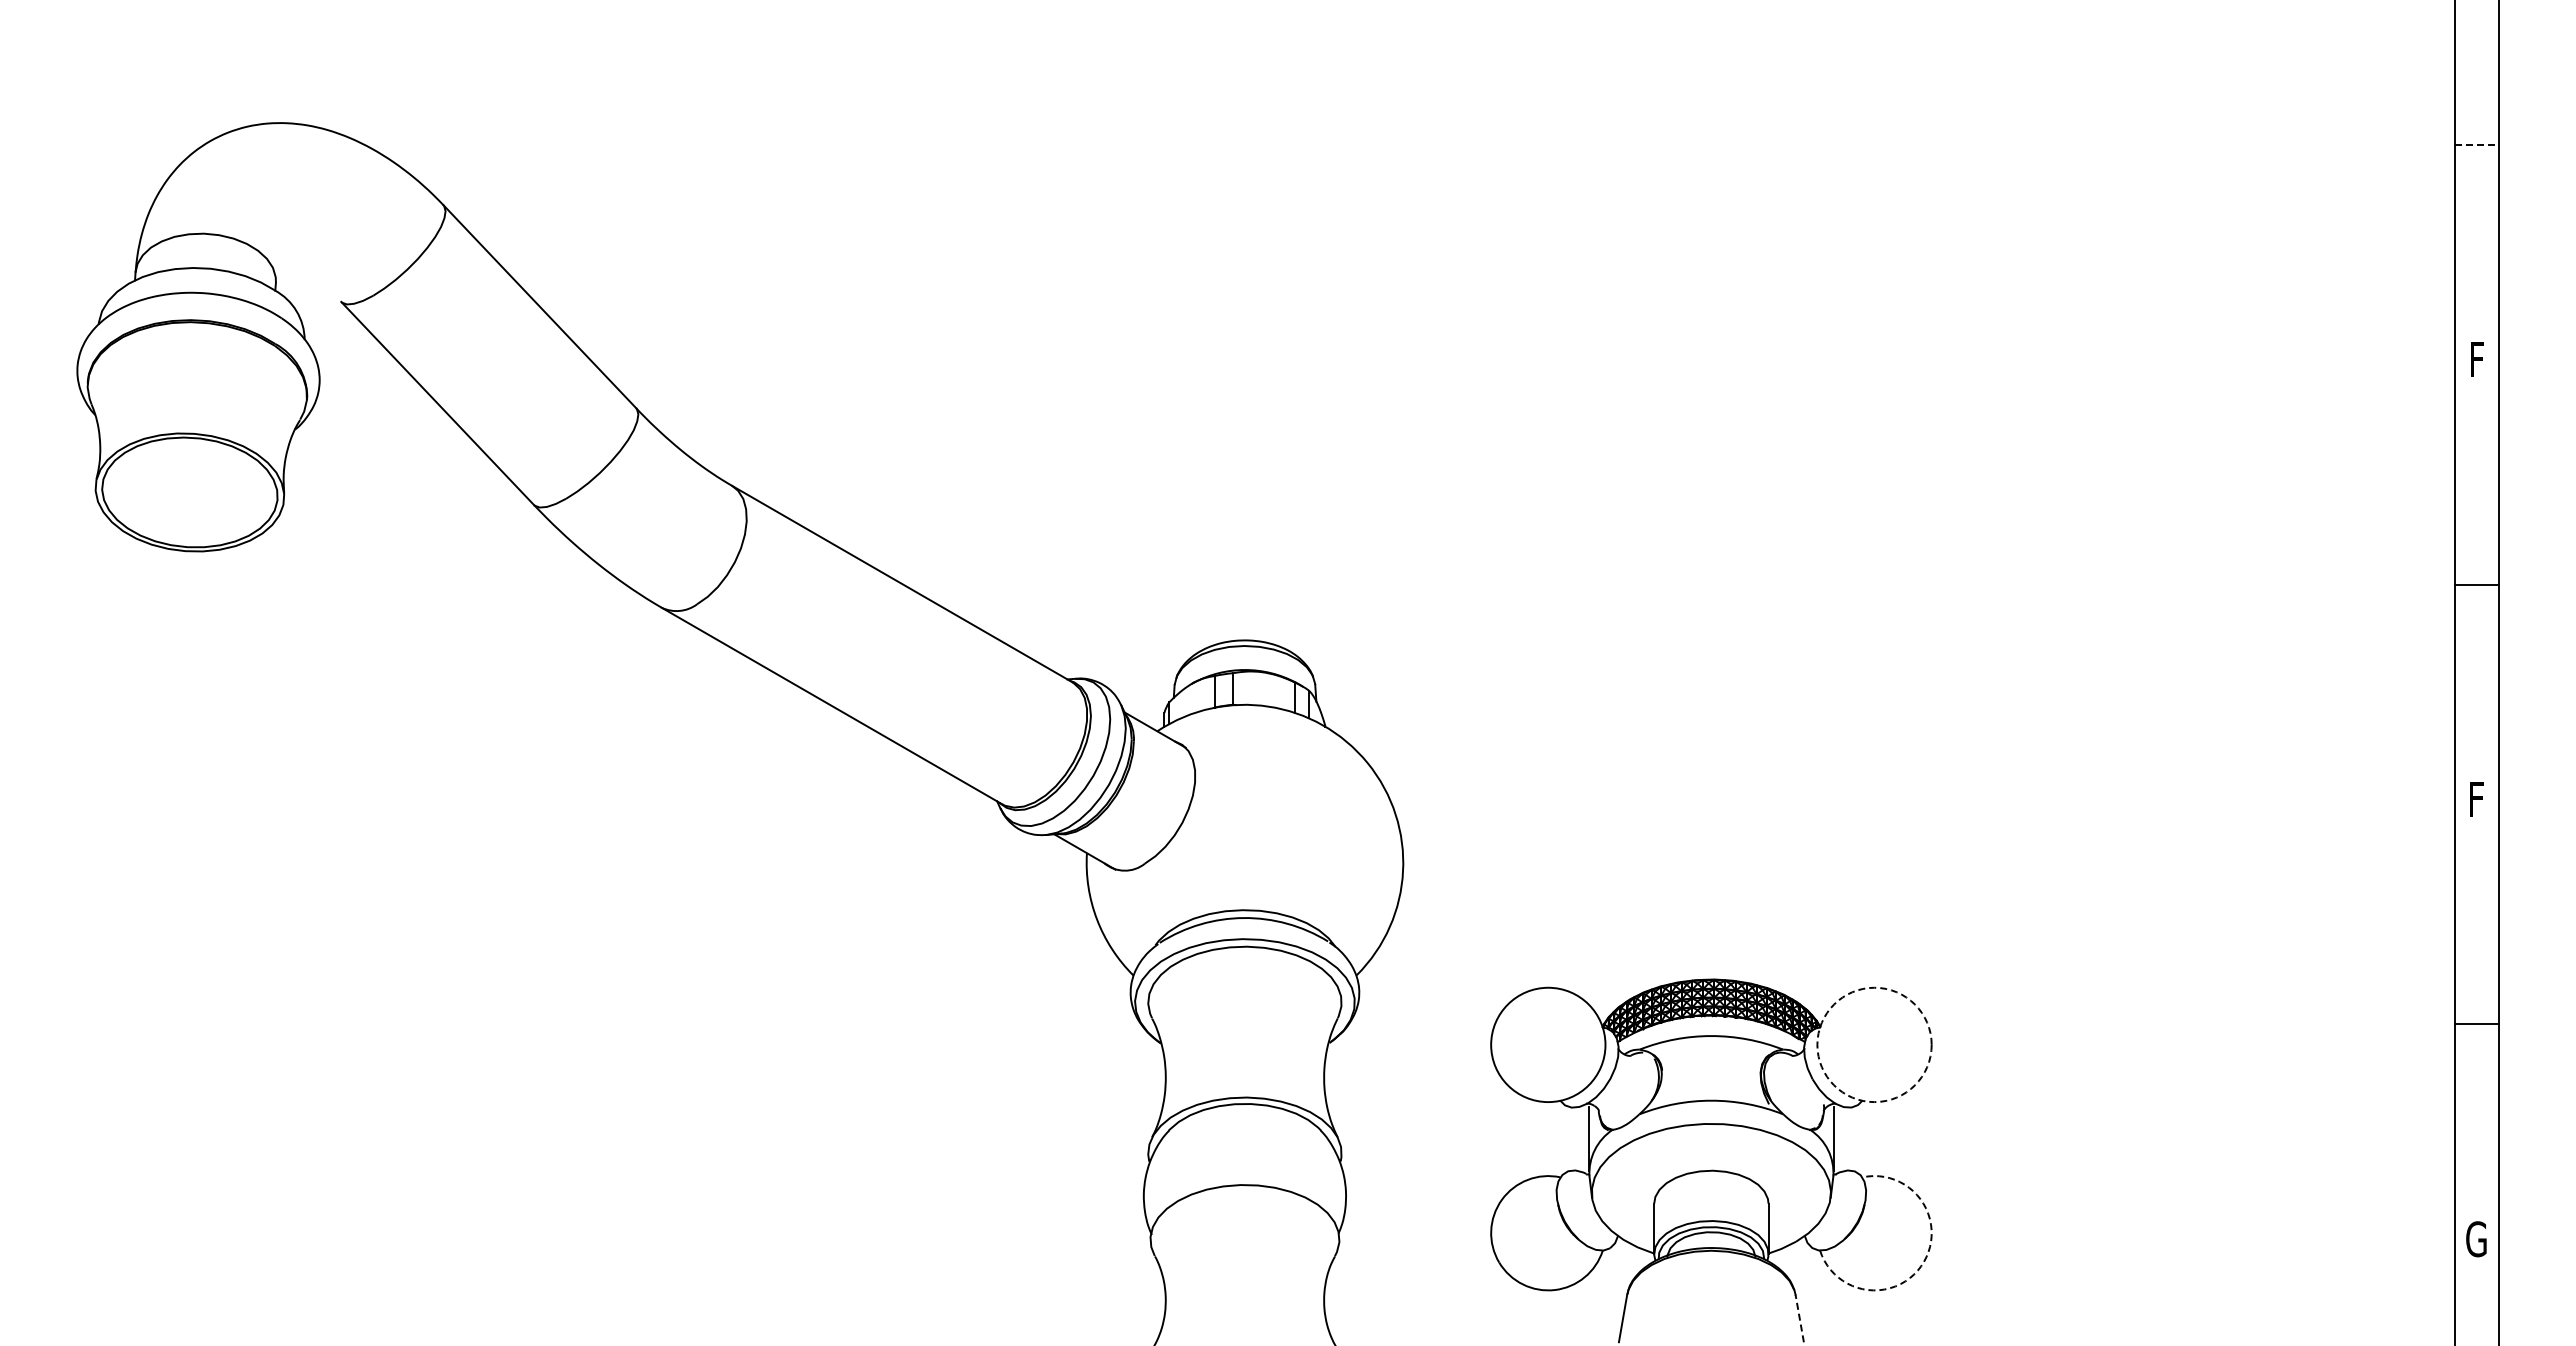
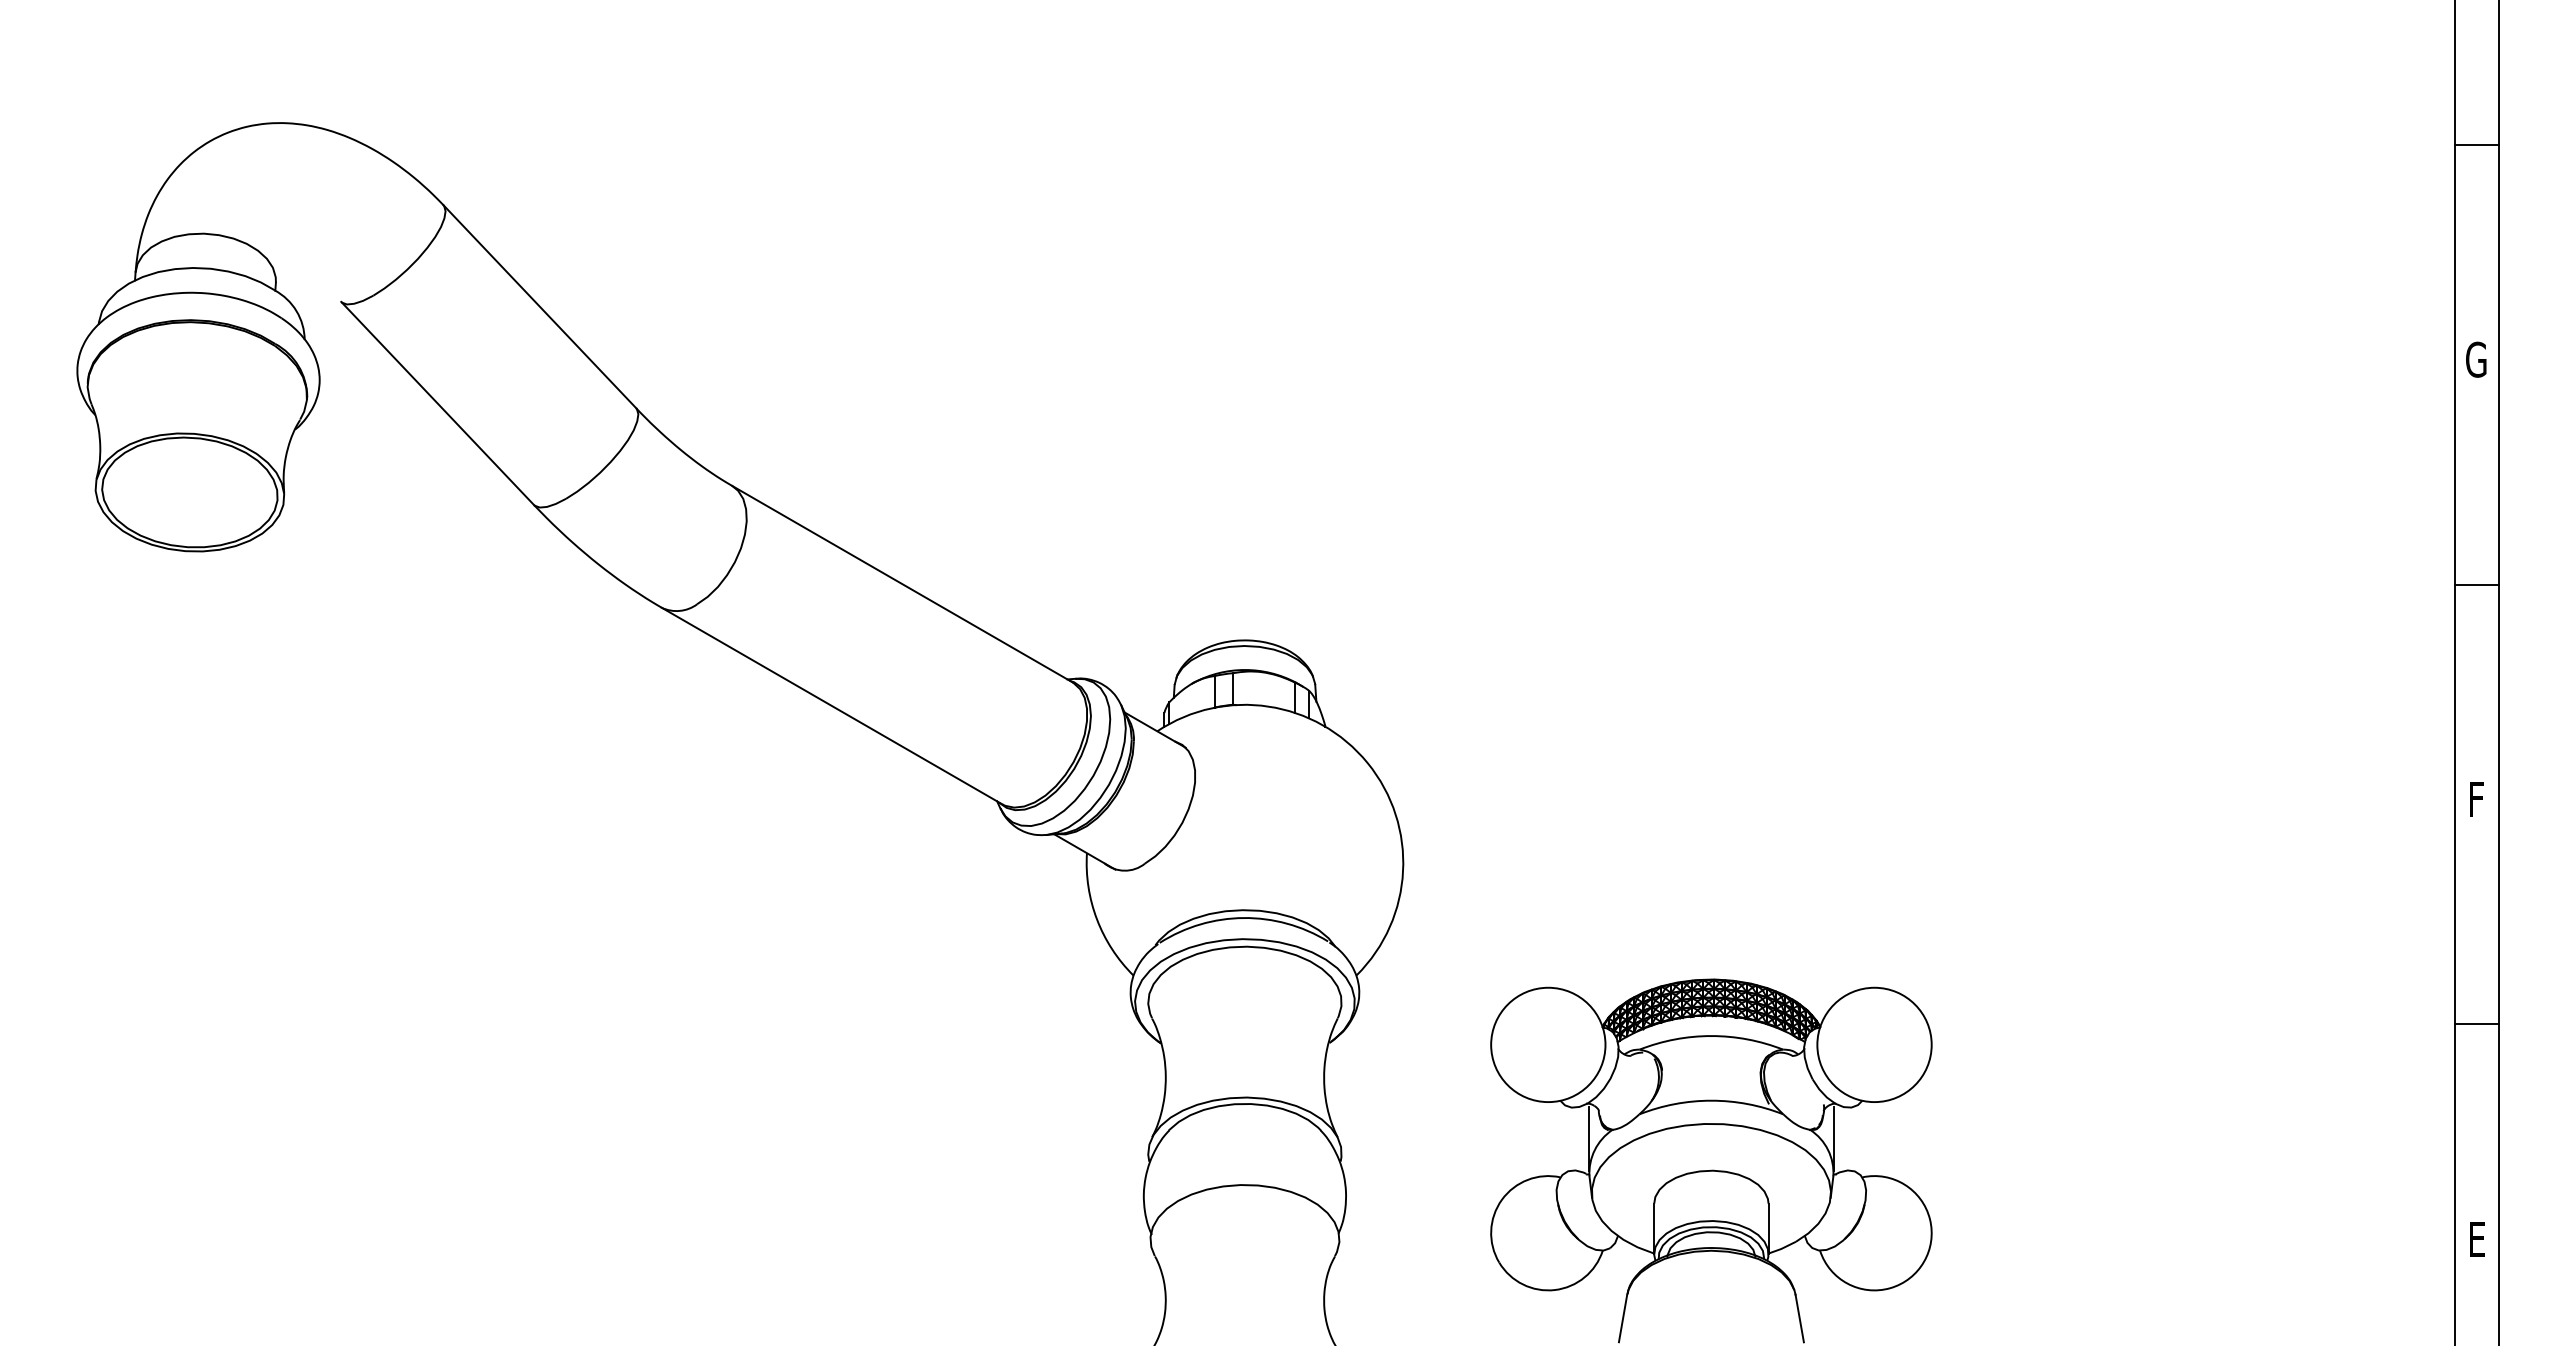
line at (2476, 144): dashed -> solid
text at (2476, 359): F -> G
circle at (1874, 1044): dashed -> solid
text at (2476, 1239): G -> E
arc at (1924, 1261): dashed -> solid
line at (1799, 1318): dashed -> solid
